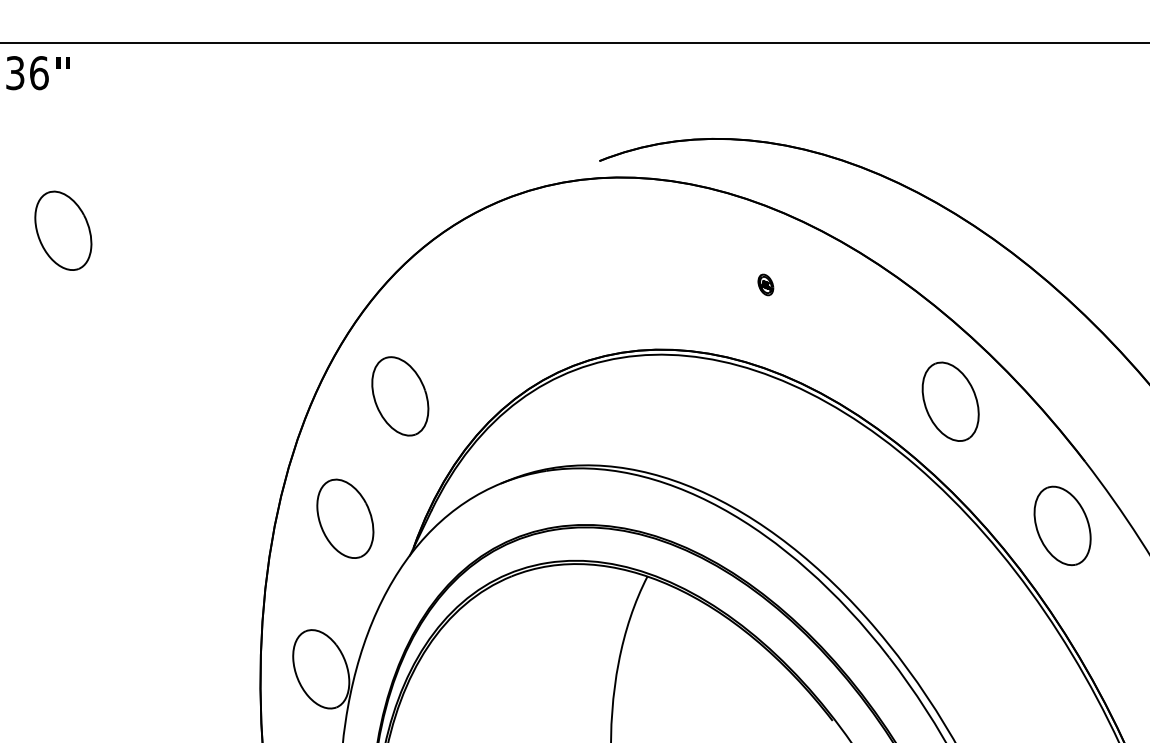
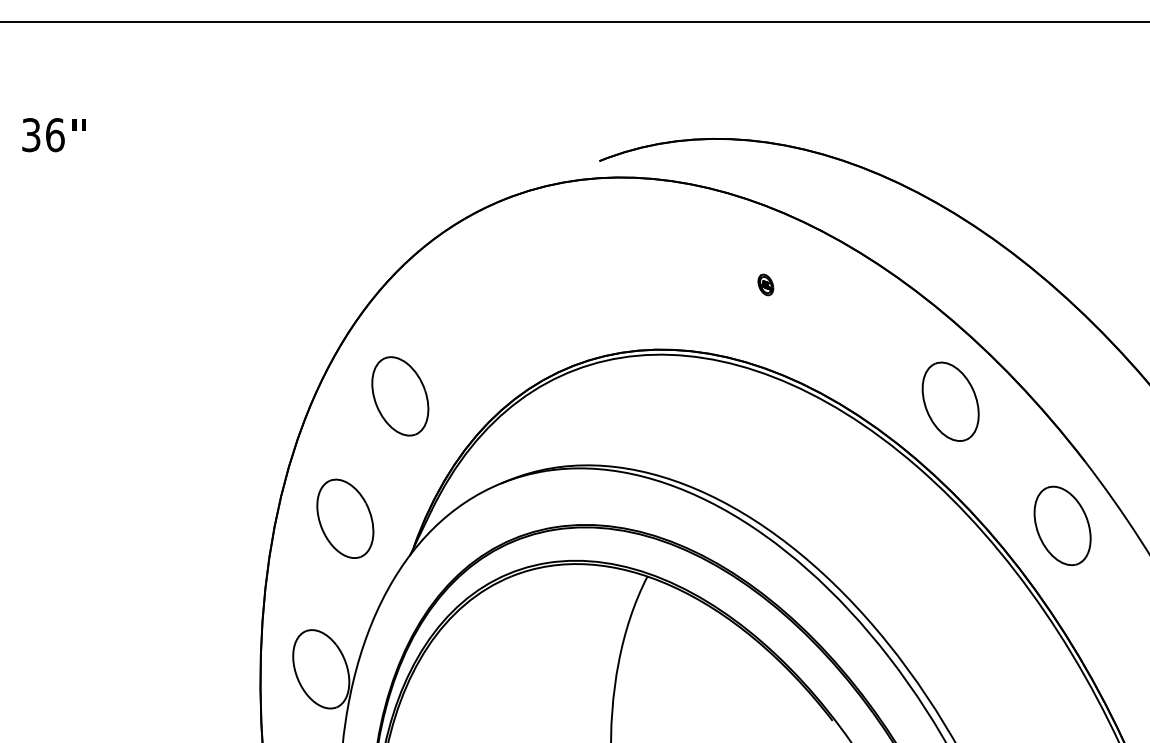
line at (574, 43) position: (574, 43) -> (574, 22)
text at (37, 73) position: (37, 73) -> (53, 135)
part at (63, 230): present -> none
